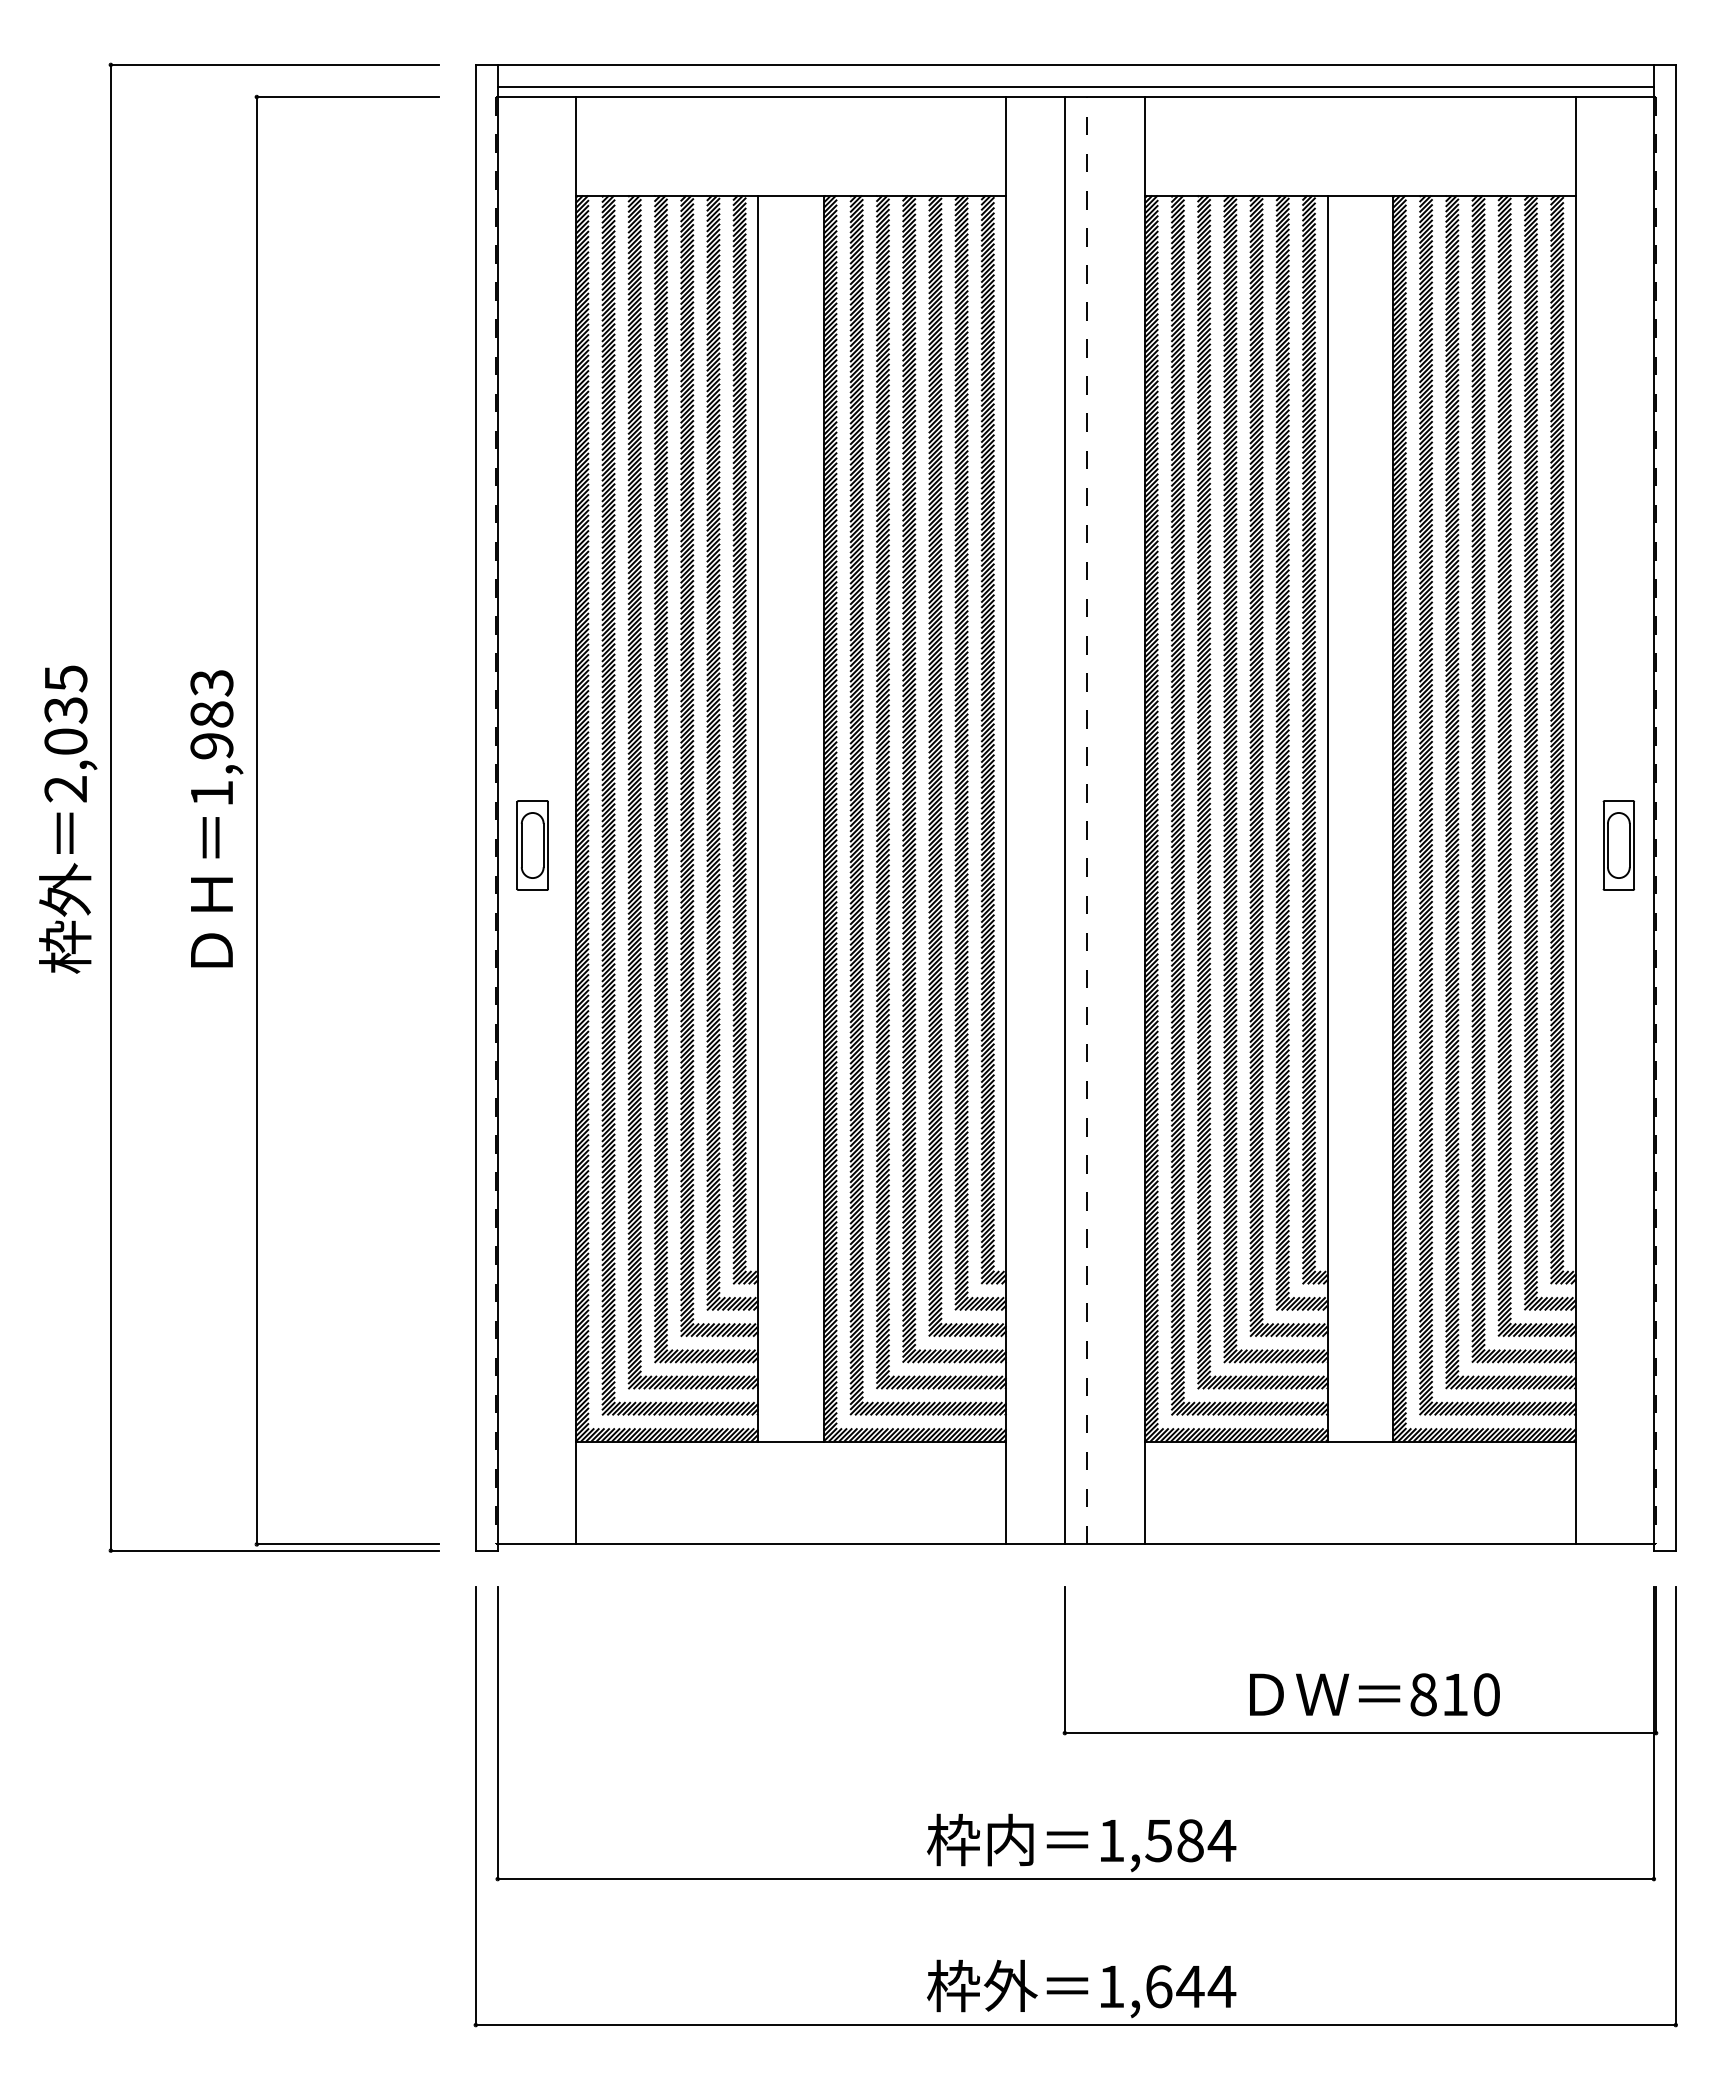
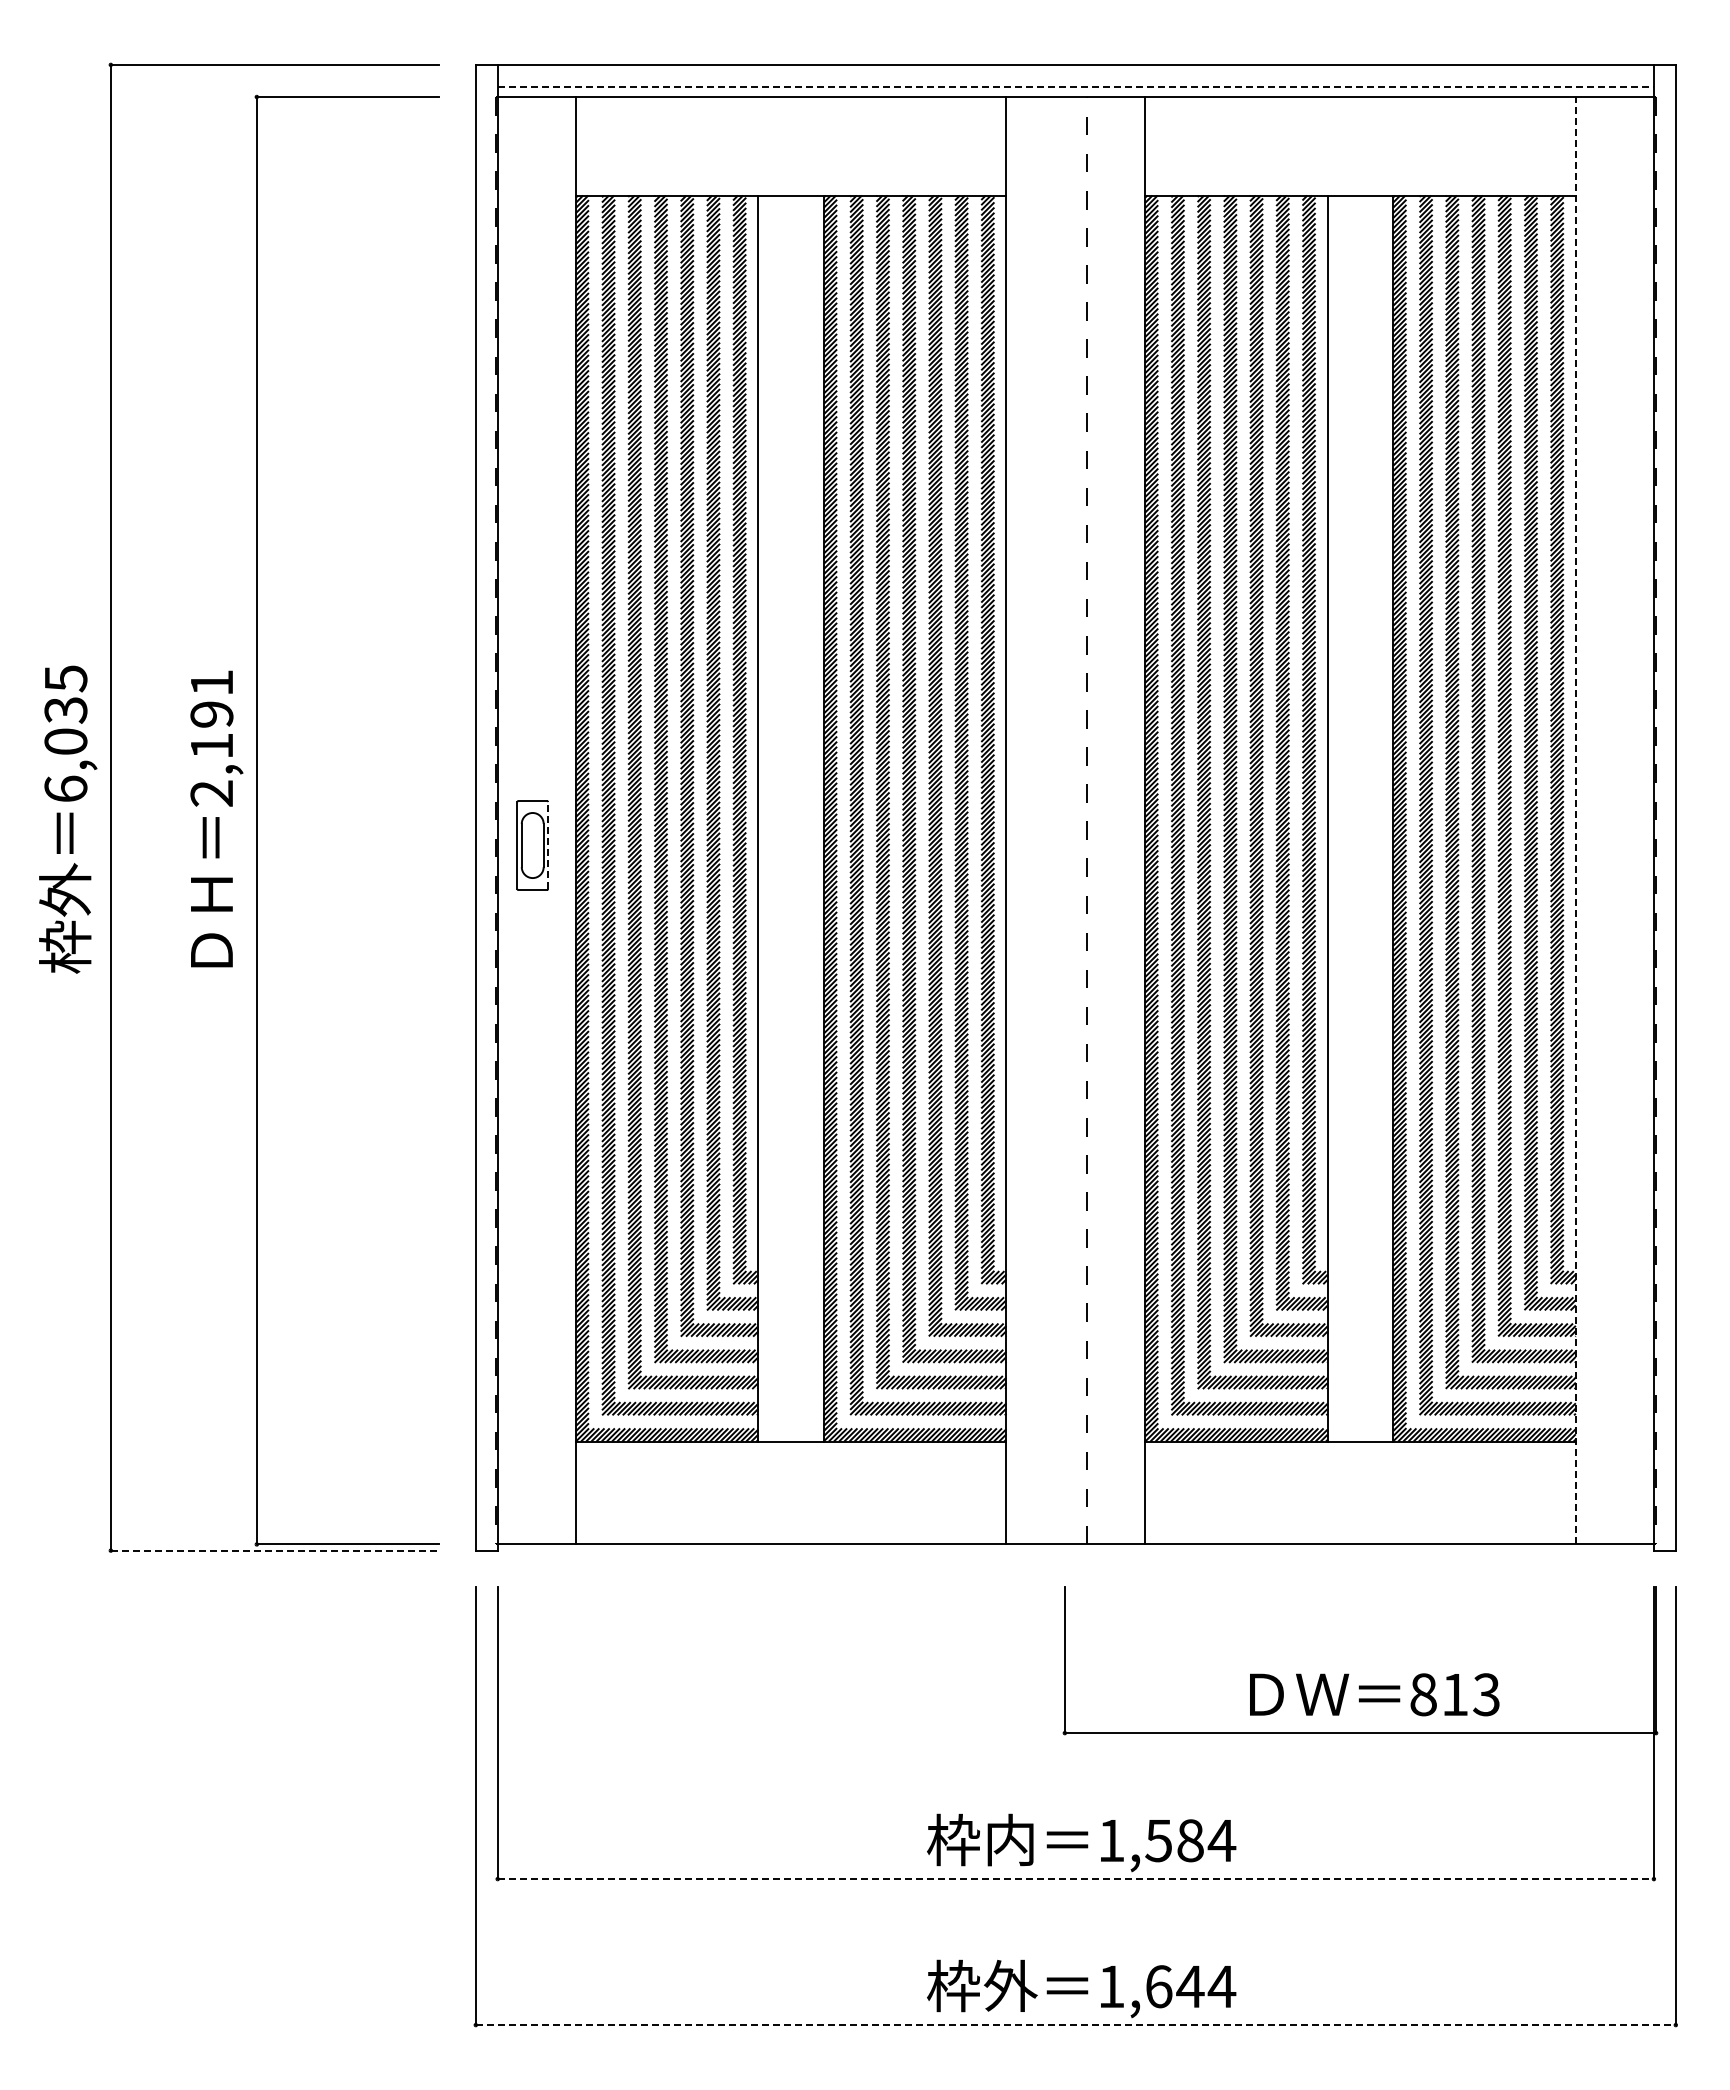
line at (1076, 86): solid -> dashed
text at (211, 738): 1,983 -> 2,191
text at (65, 788): 2,035 -> 6,035
line at (1064, 820): present -> none
line at (1575, 820): solid -> dashed
line at (548, 845): solid -> dashed
part at (1618, 845): present -> none
line at (275, 1550): solid -> dashed
text at (1486, 1694): 810 -> 813
line at (1076, 1879): solid -> dashed
line at (1076, 2025): solid -> dashed
